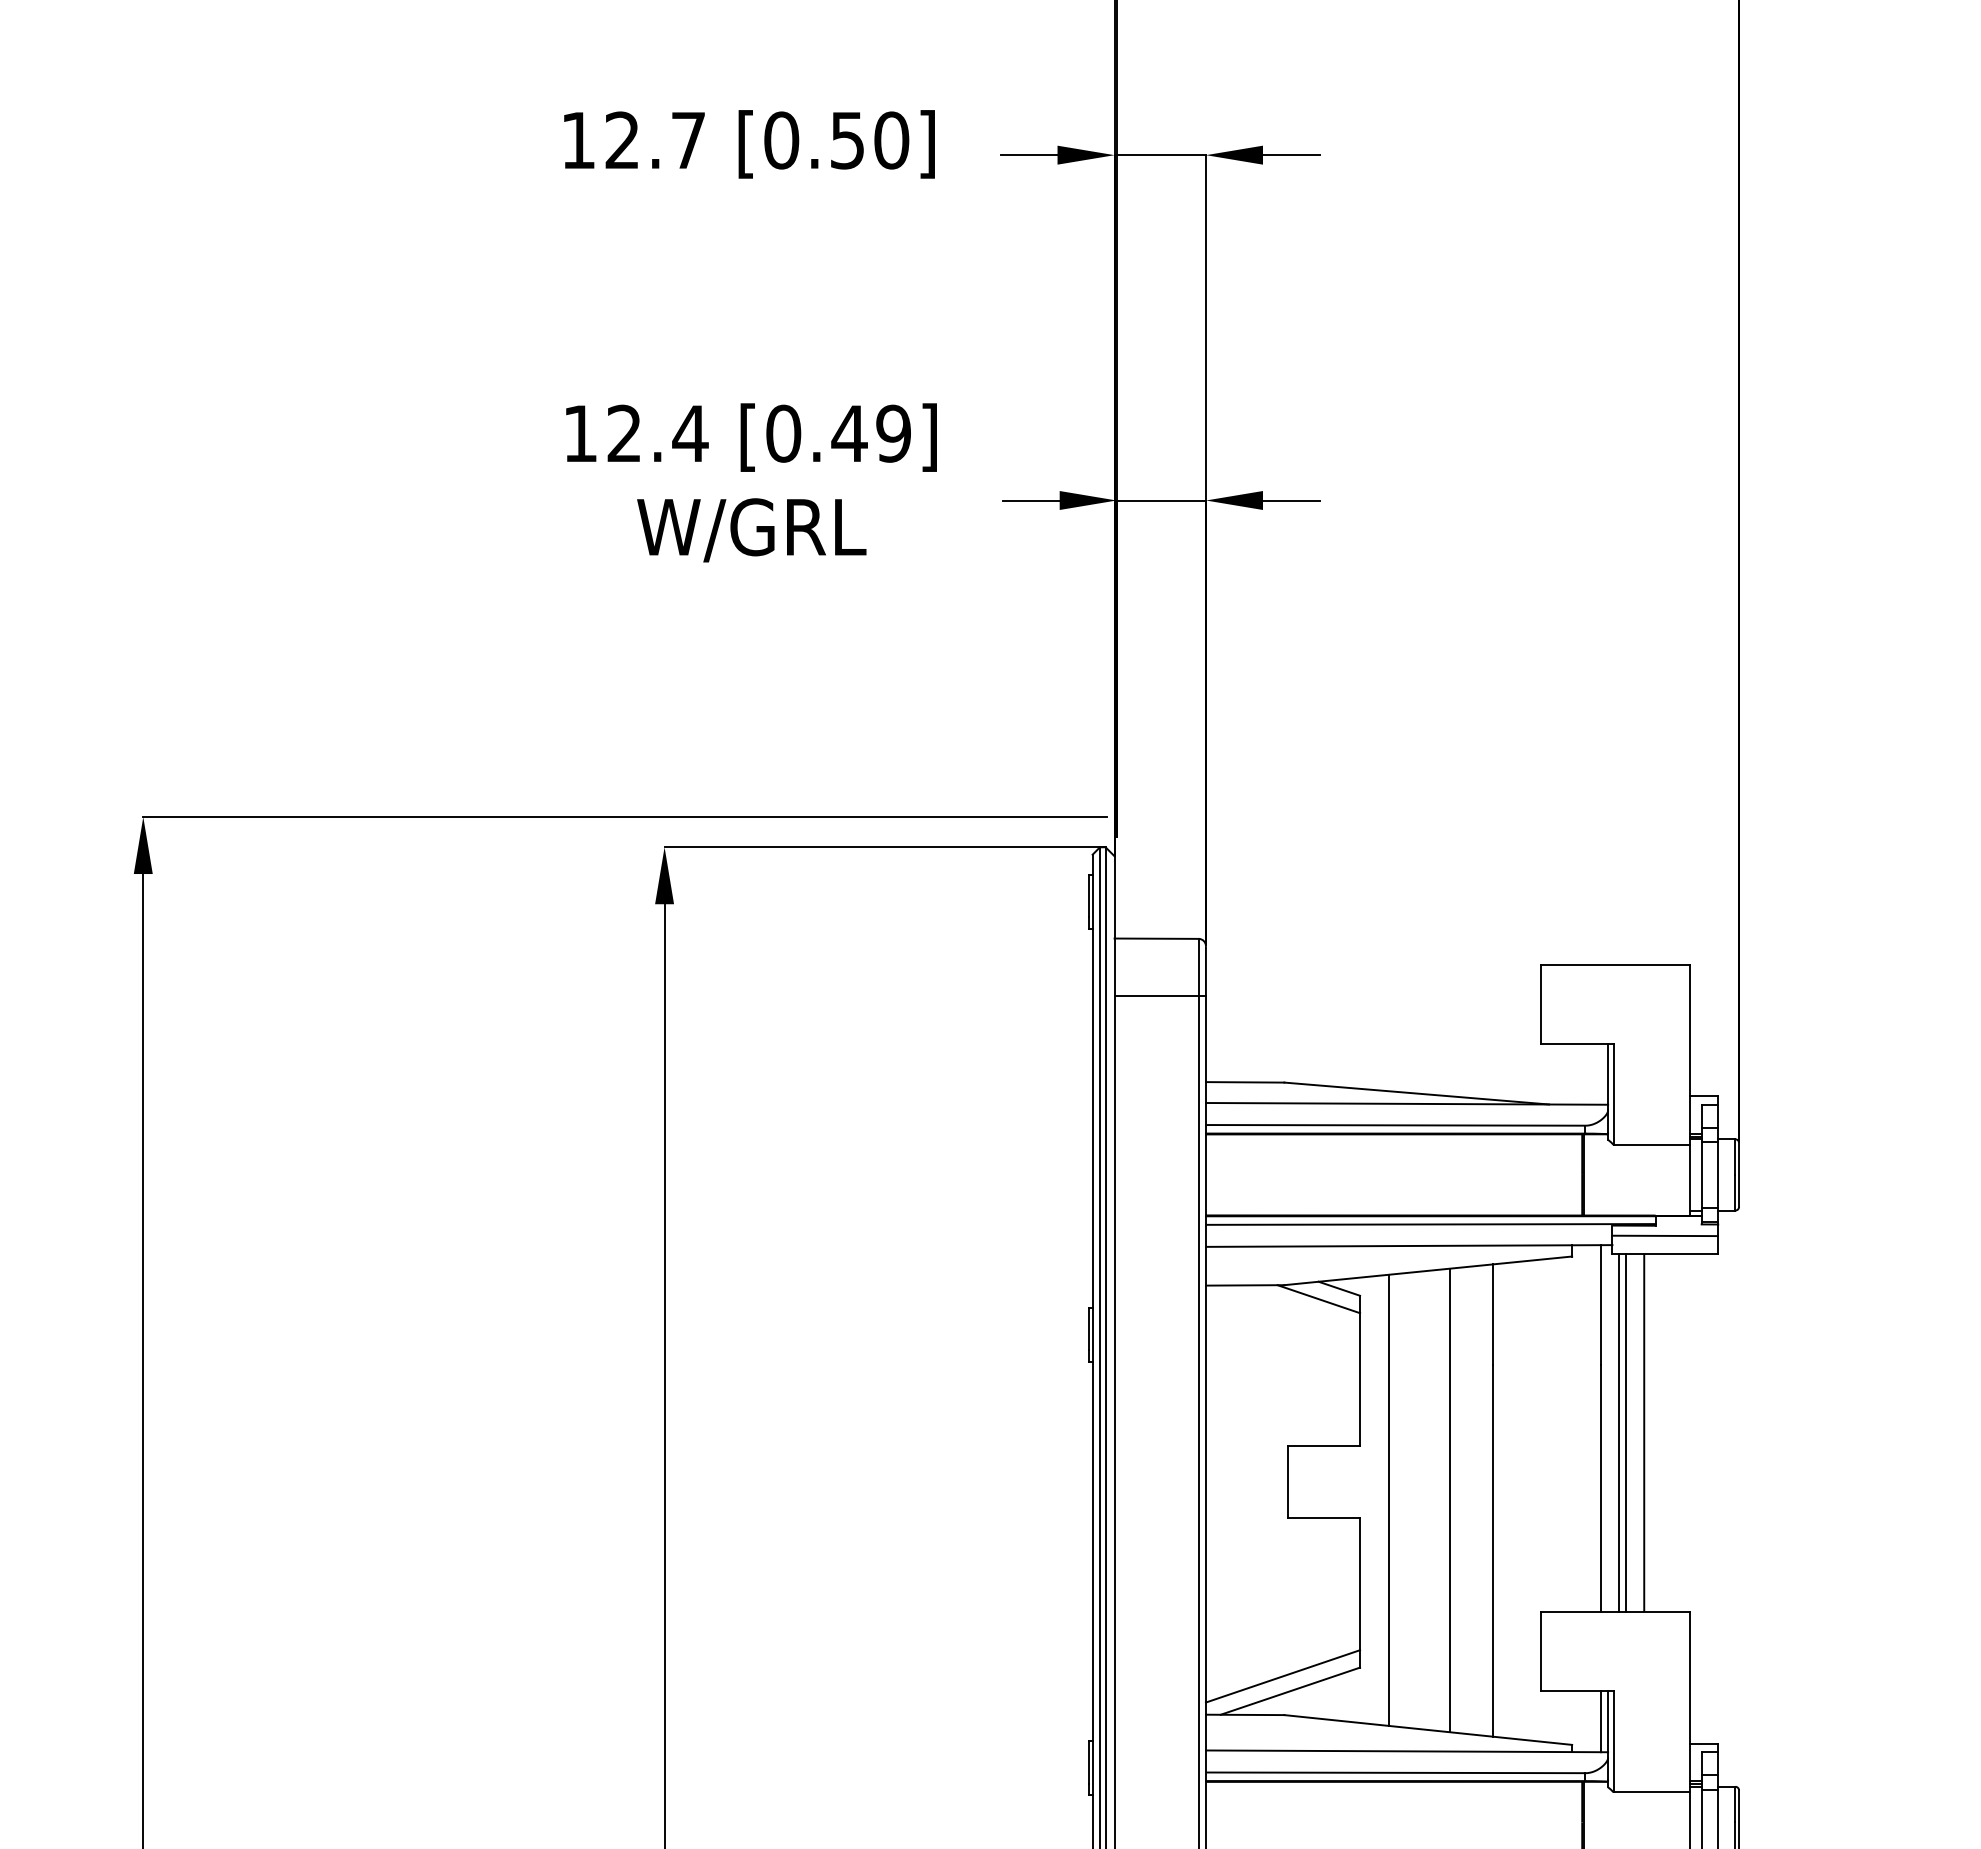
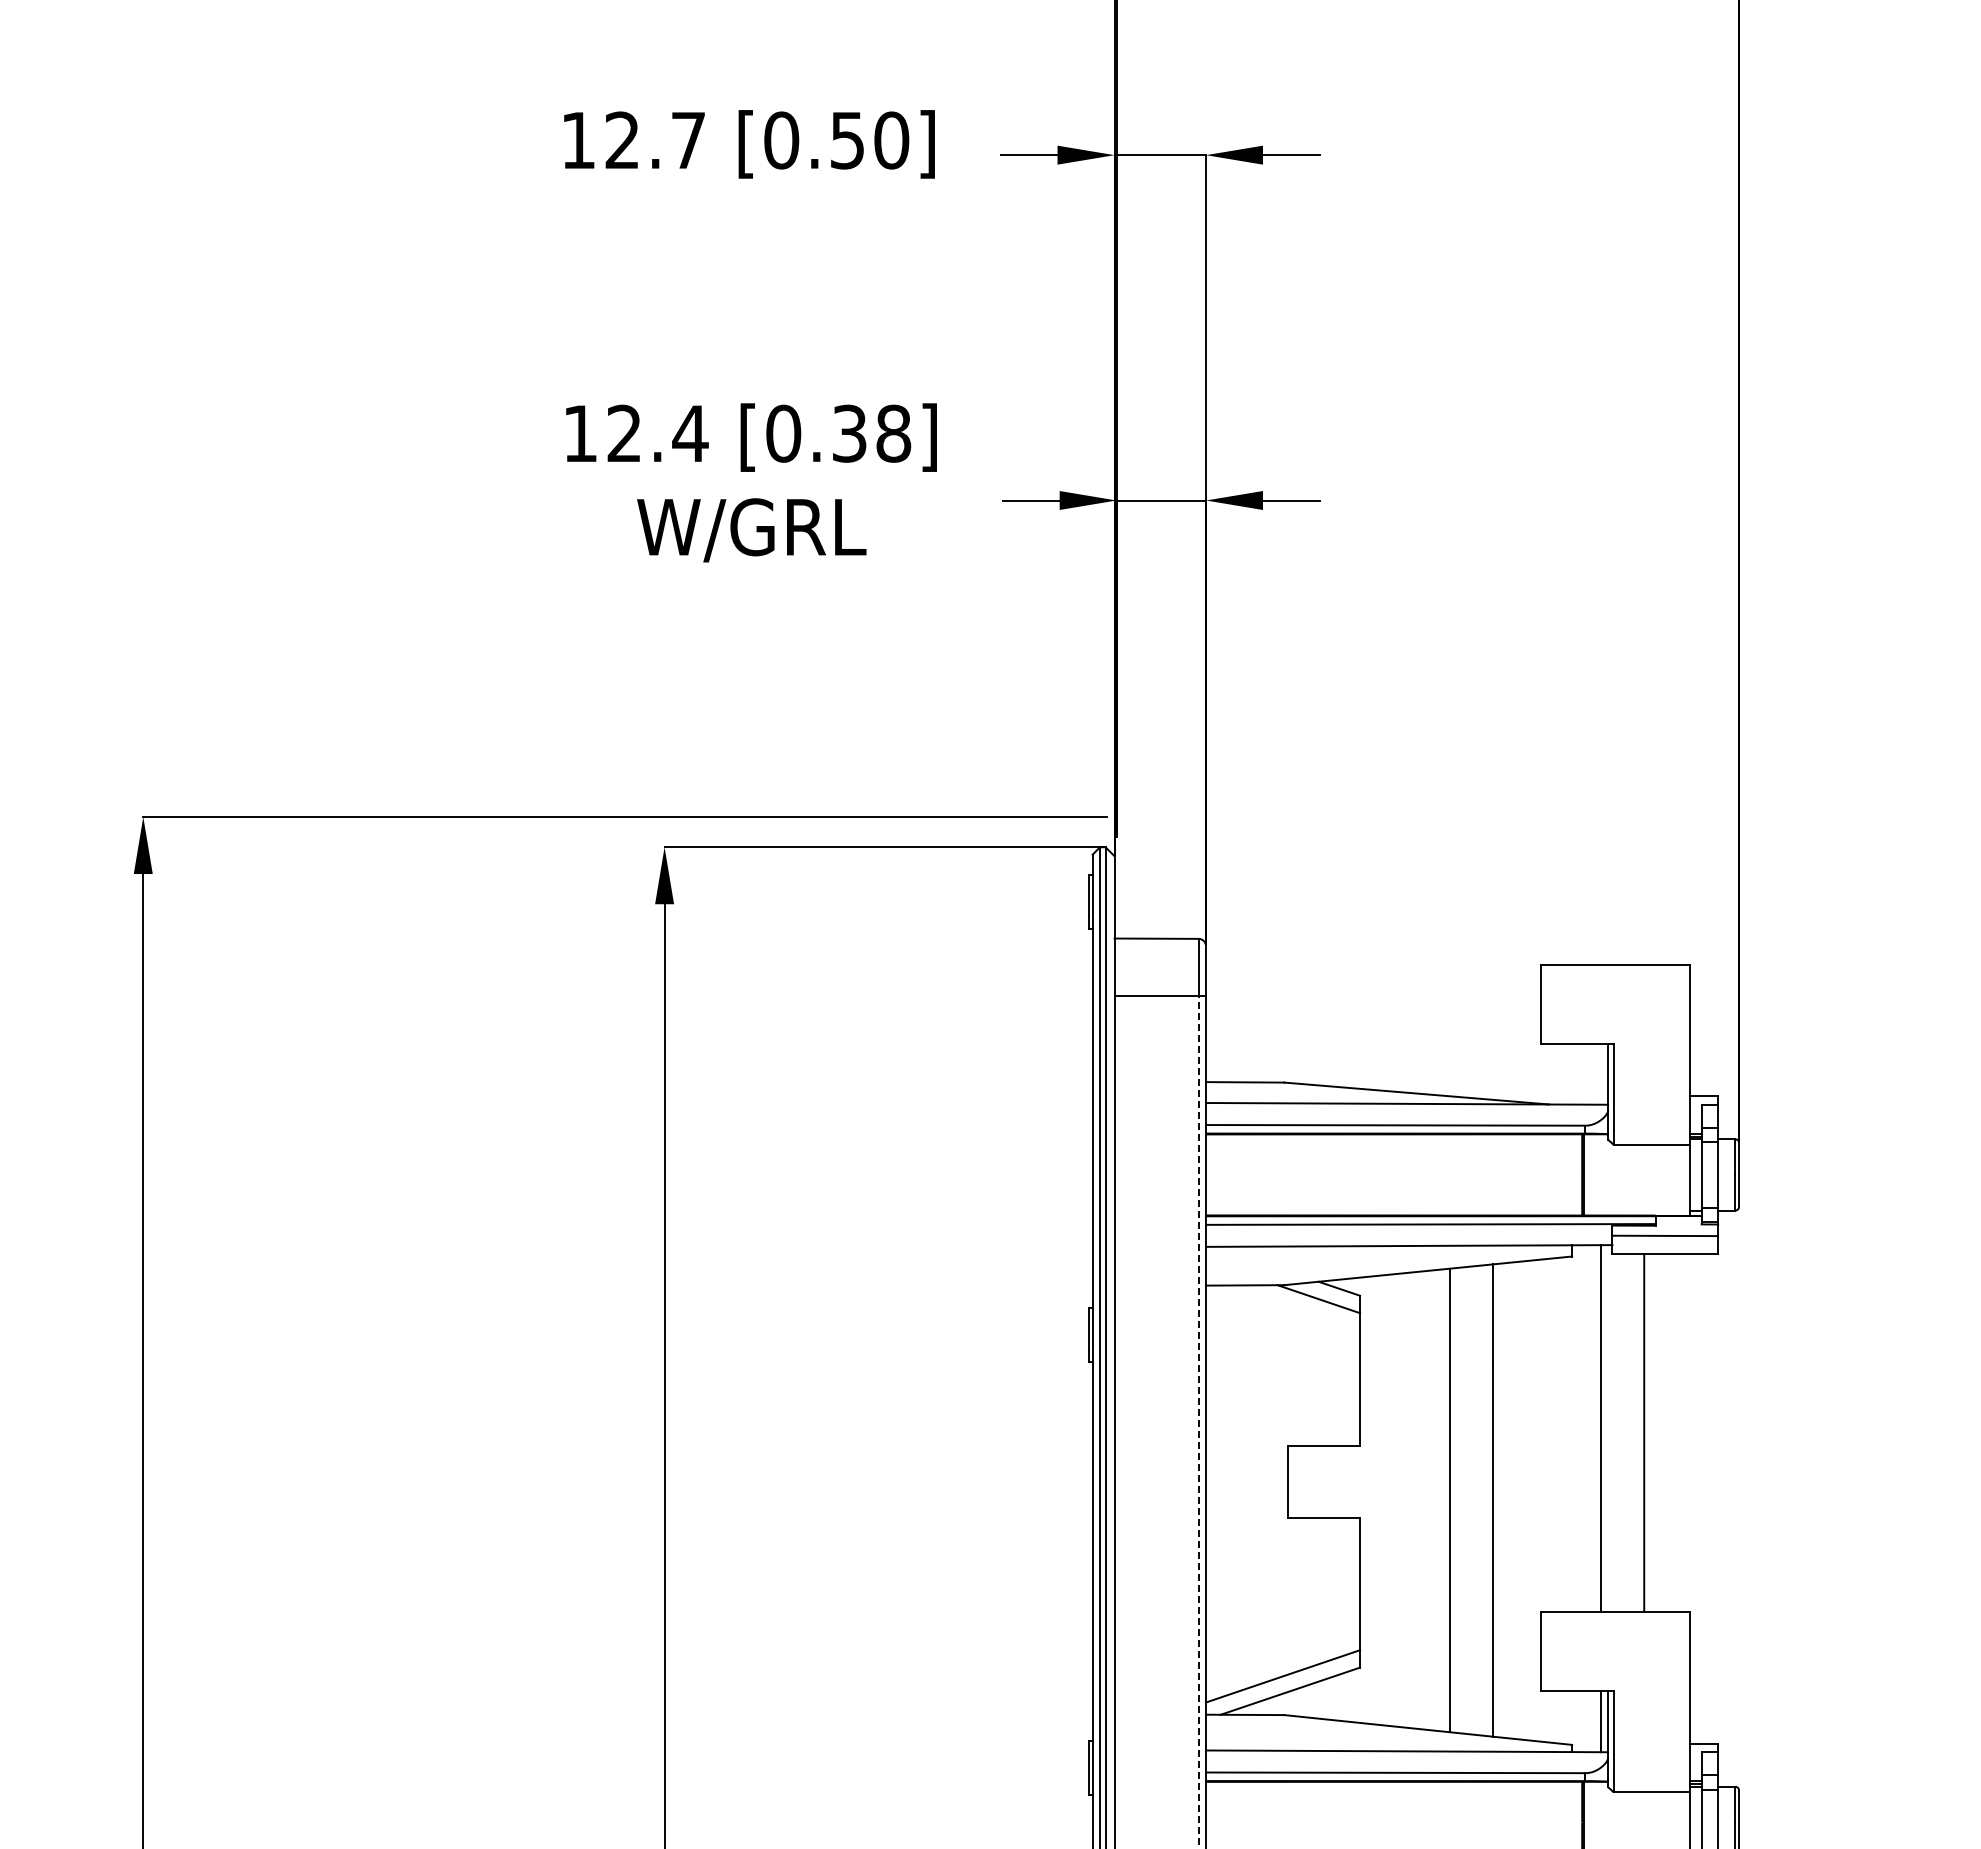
text at (871, 433): [0.49] -> [0.38]
line at (1198, 1421): solid -> dashed
line at (1619, 1432): present -> none
line at (1626, 1432): present -> none
line at (1388, 1499): present -> none
